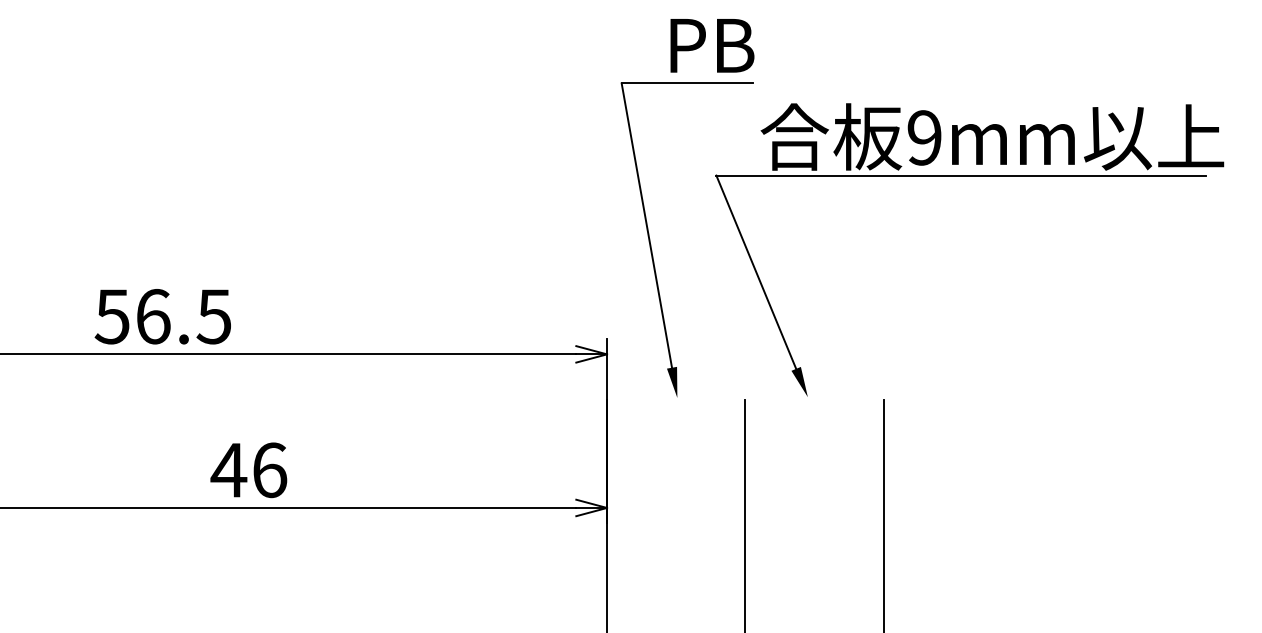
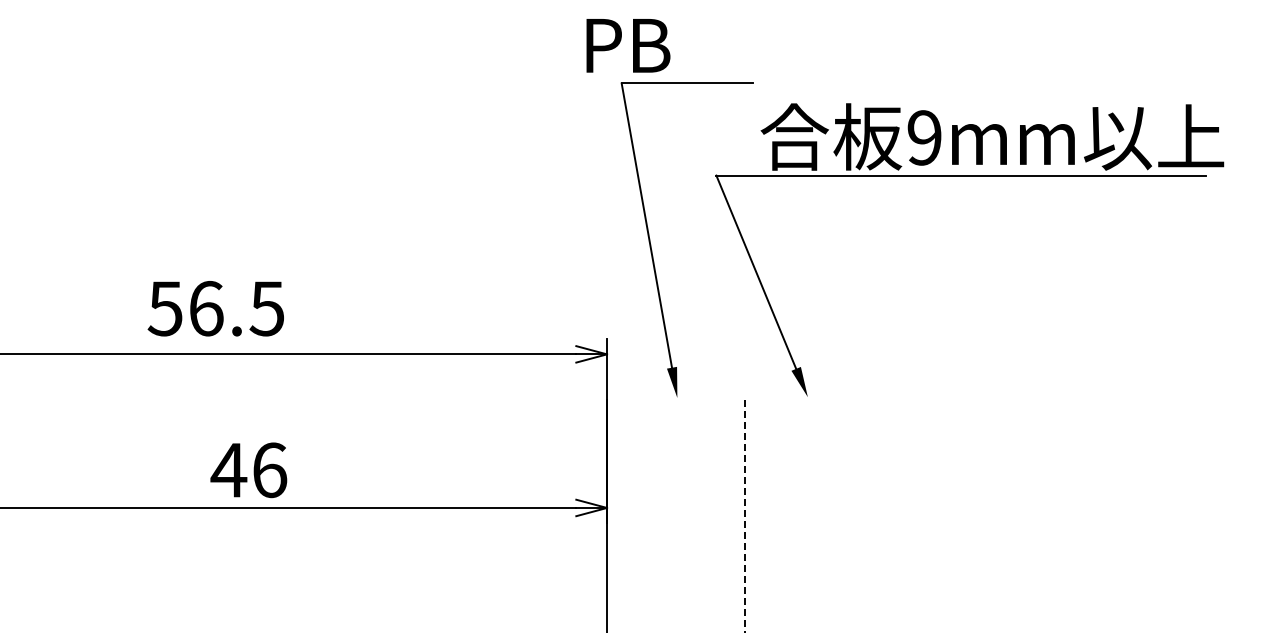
text at (712, 45) position: (712, 45) -> (628, 45)
text at (162, 316) position: (162, 316) -> (215, 308)
line at (883, 514): present -> none
line at (745, 516): solid -> dashed
